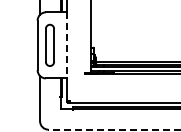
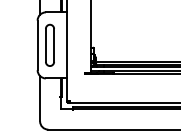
line at (66, 45): dashed -> solid
line at (114, 129): dashed -> solid
